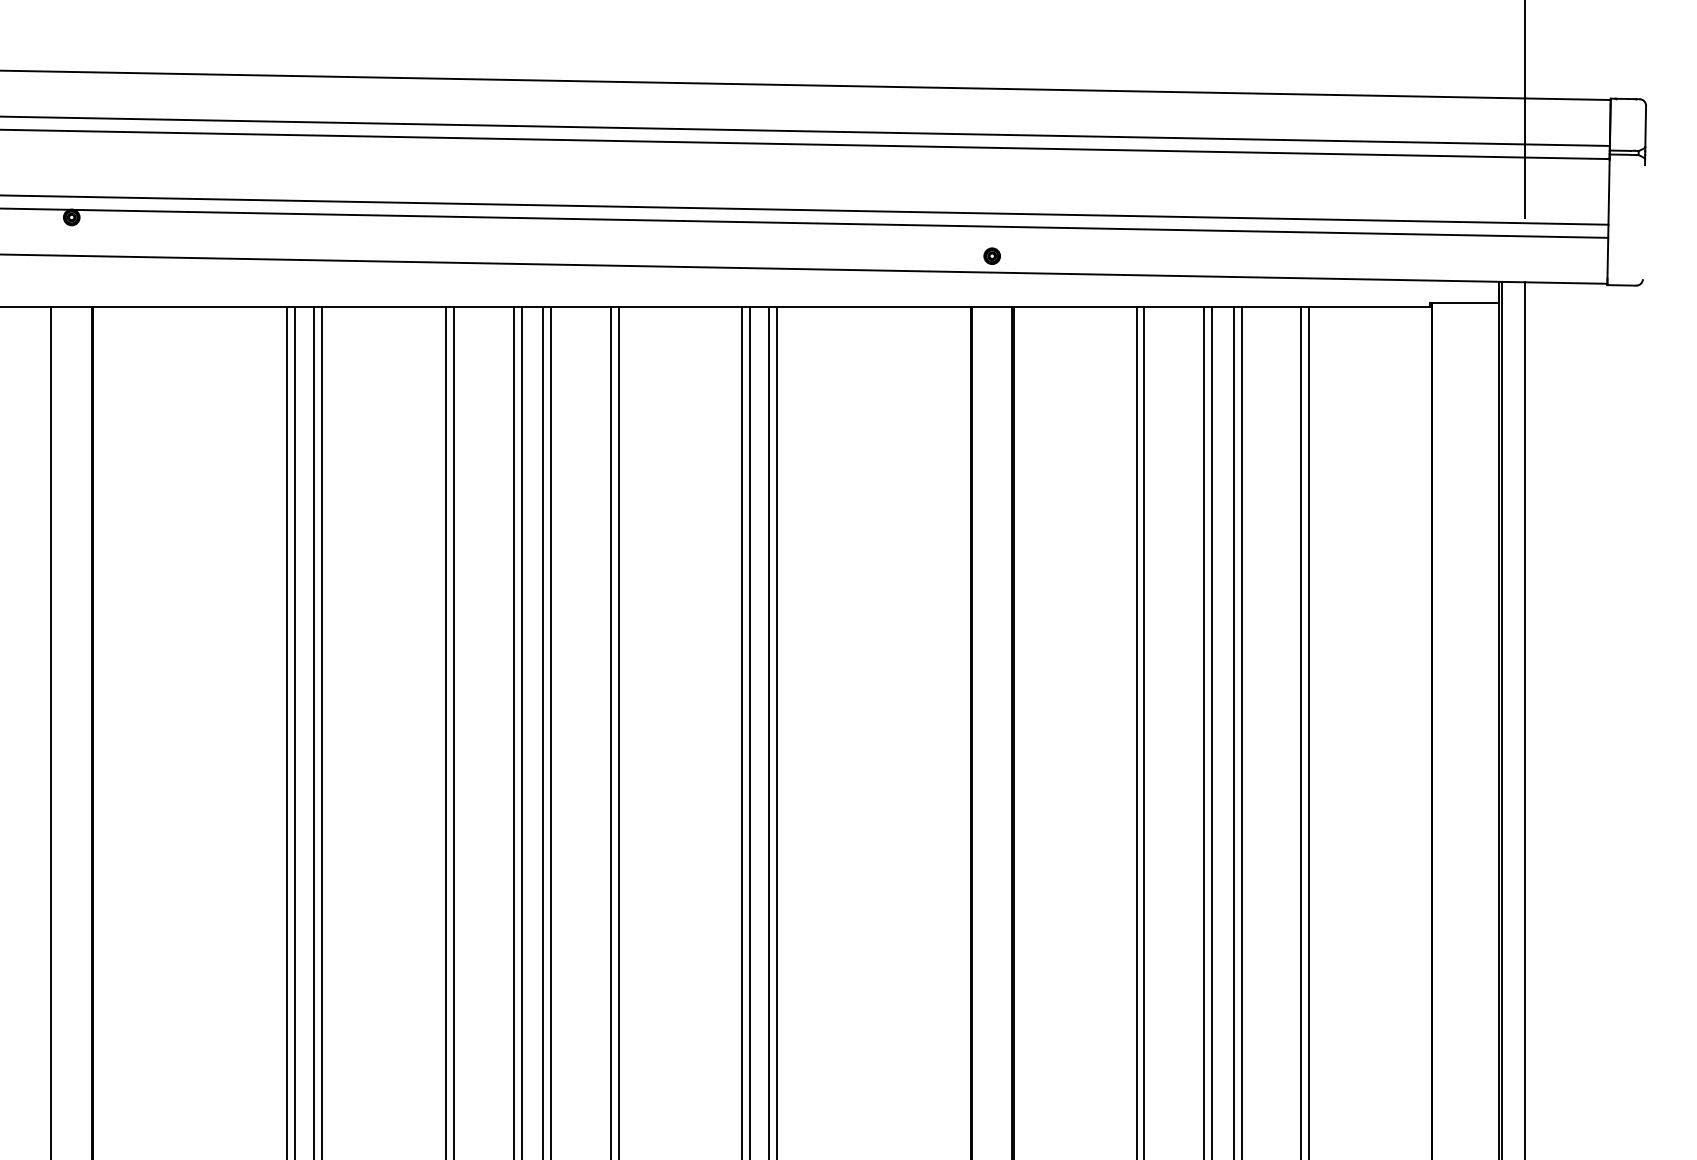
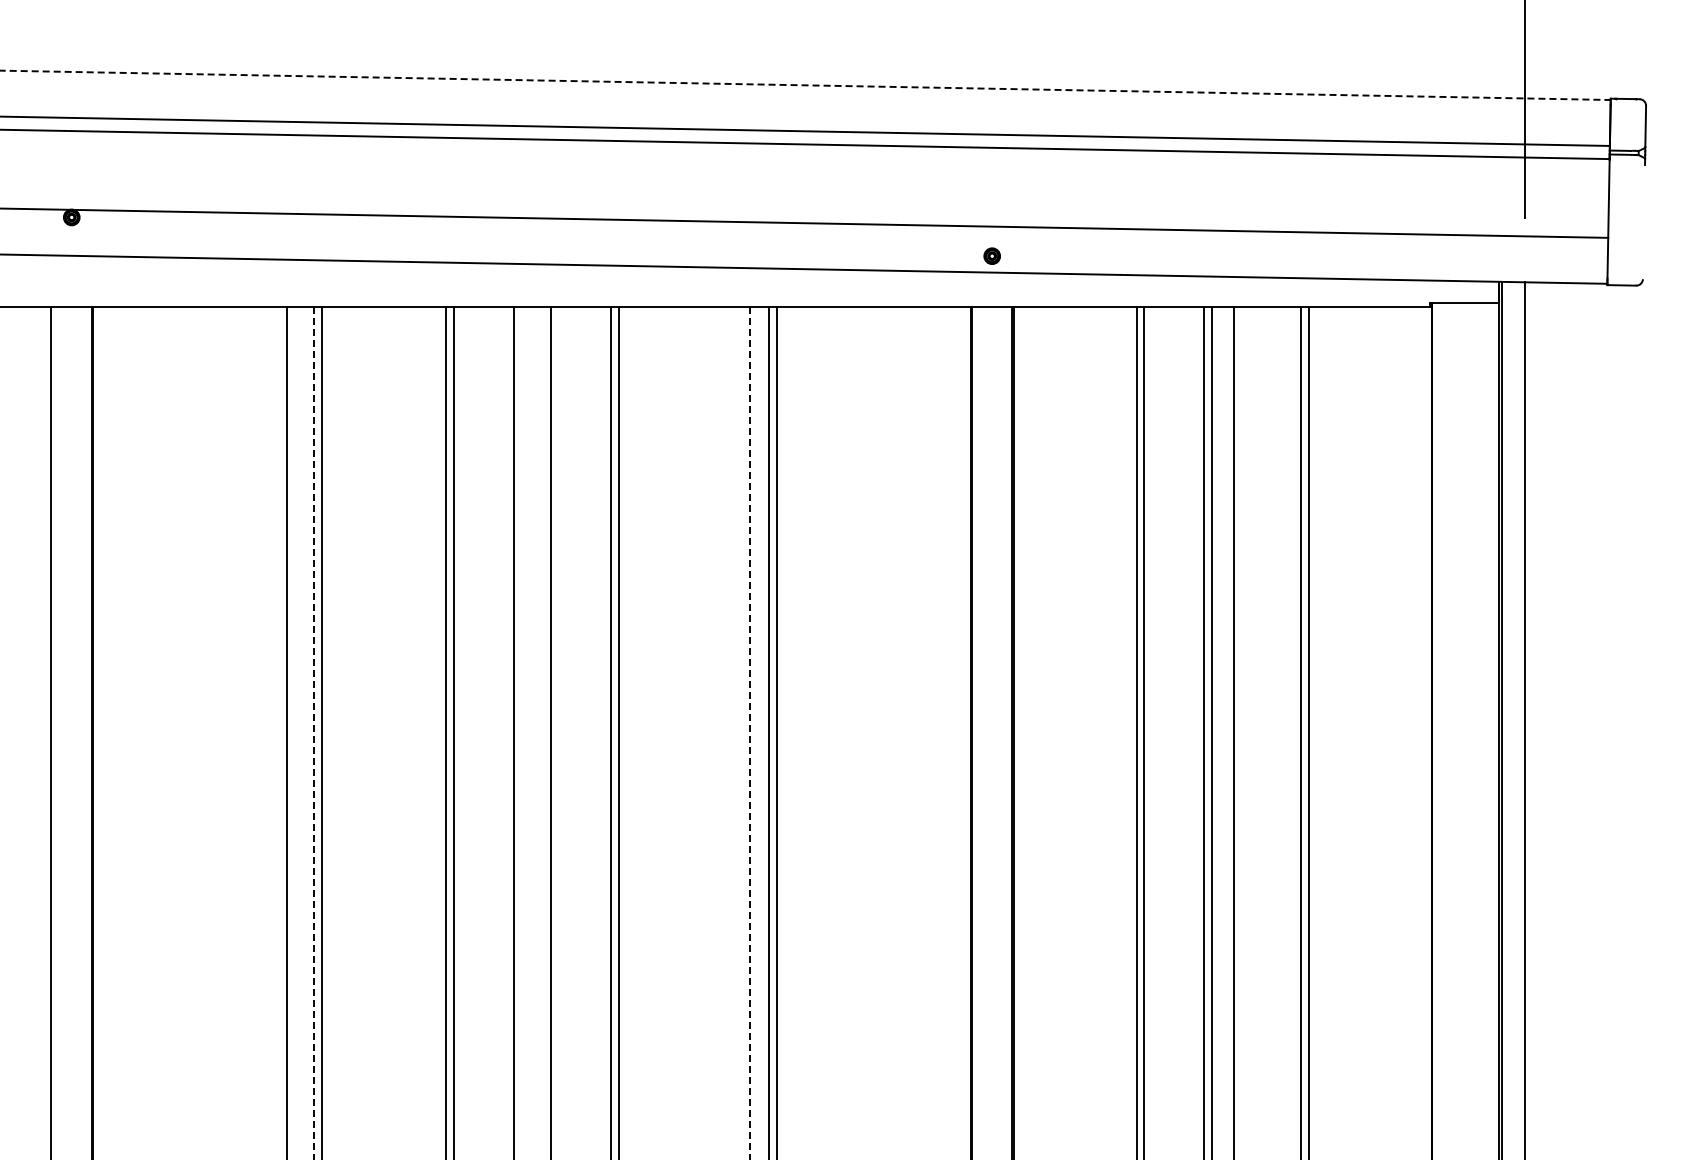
line at (806, 85): solid -> dashed
line at (805, 209): present -> none
line at (295, 731): present -> none
line at (521, 731): present -> none
line at (542, 731): present -> none
line at (742, 731): present -> none
line at (1241, 731): present -> none
line at (314, 733): solid -> dashed
line at (750, 733): solid -> dashed
